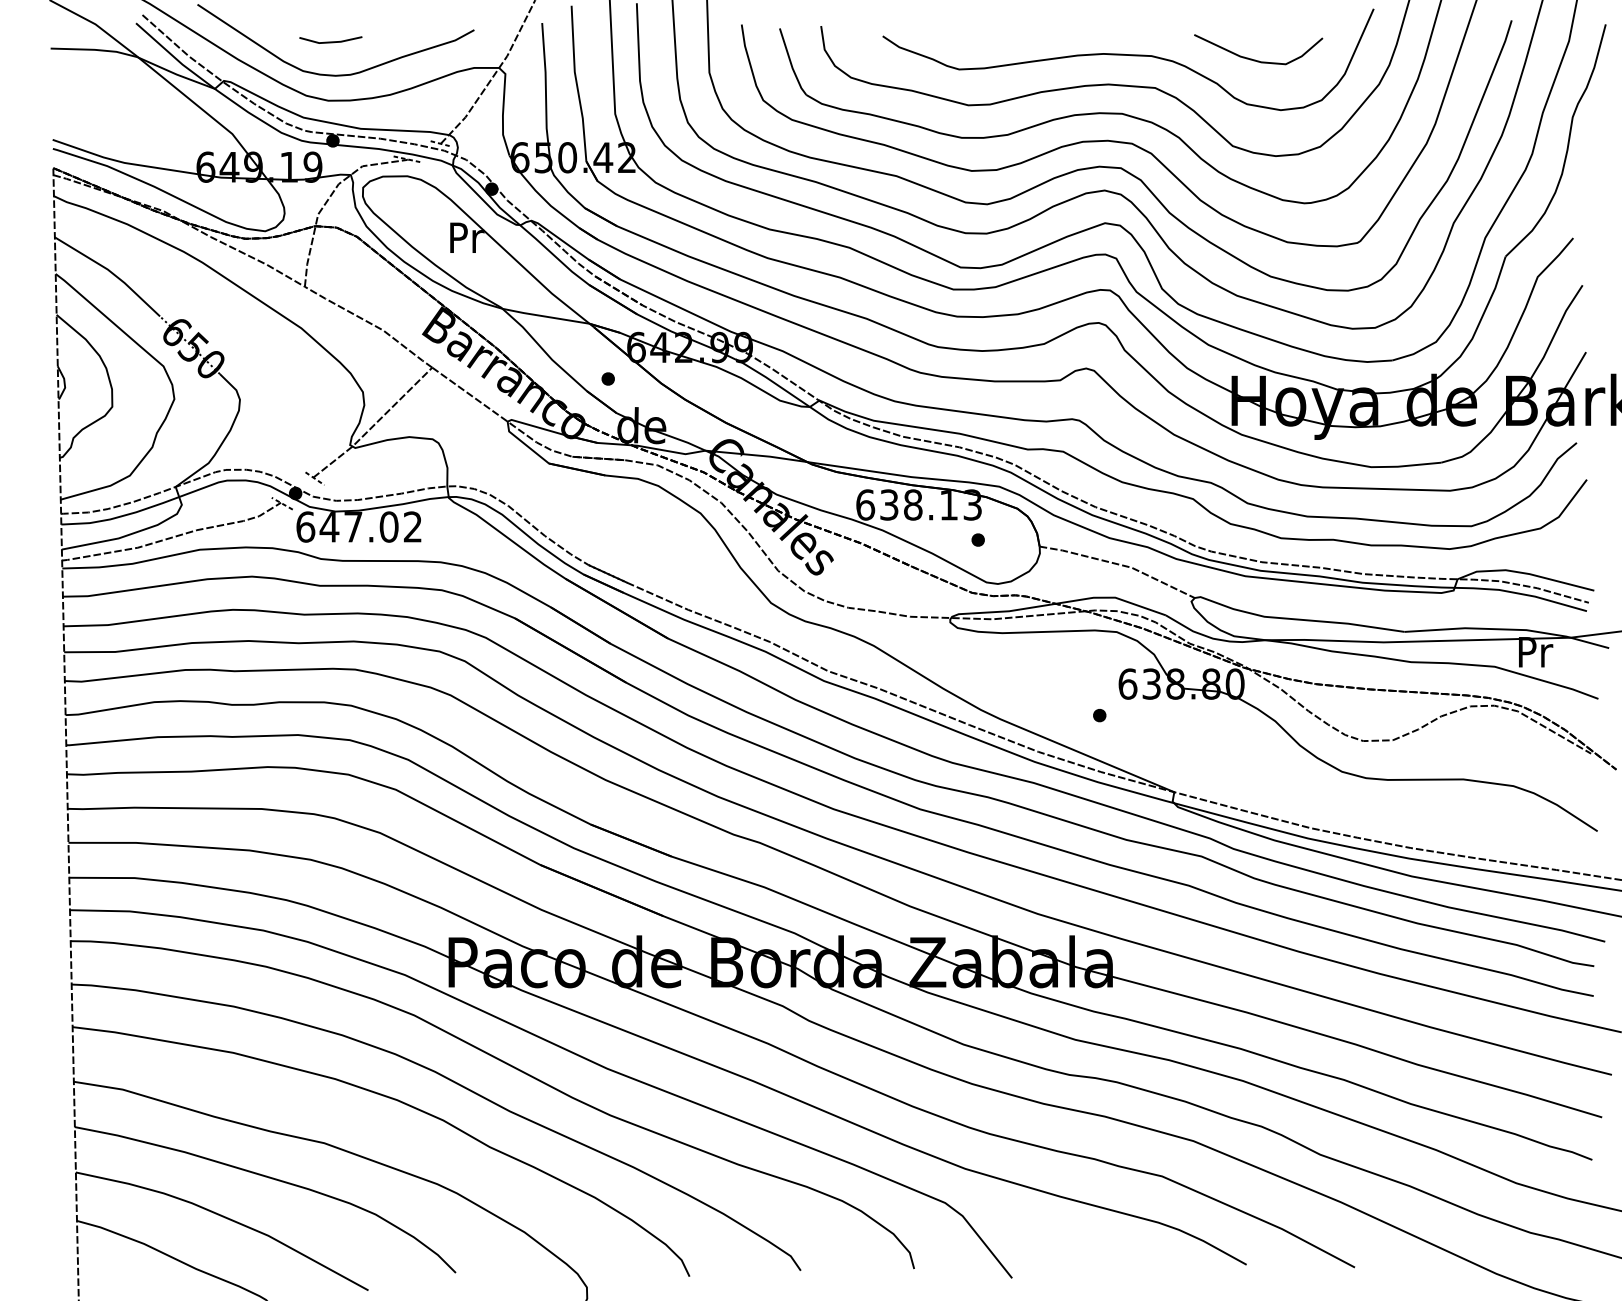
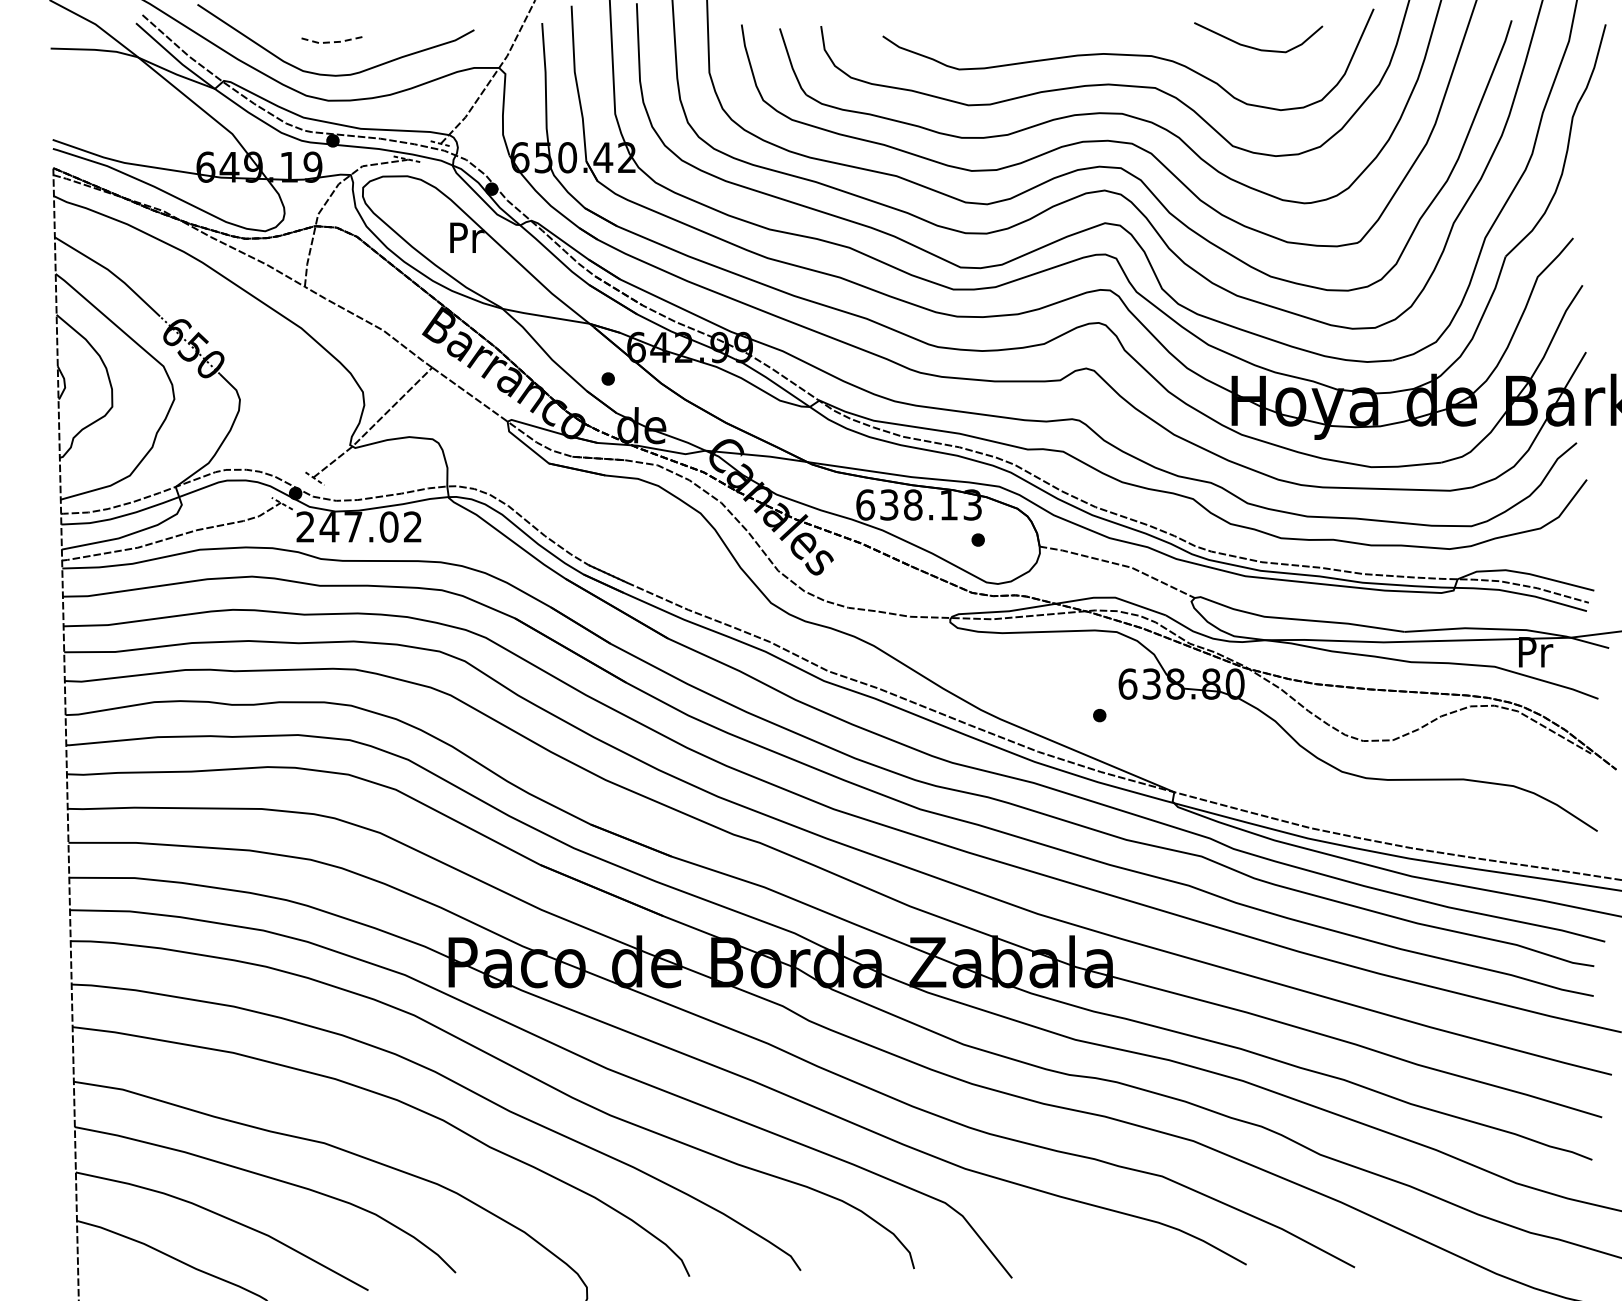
line at (330, 42): solid -> dashed
curve at (1255, 59) position: (1255, 59) -> (1255, 47)
text at (305, 526): 647.02 -> 247.02
